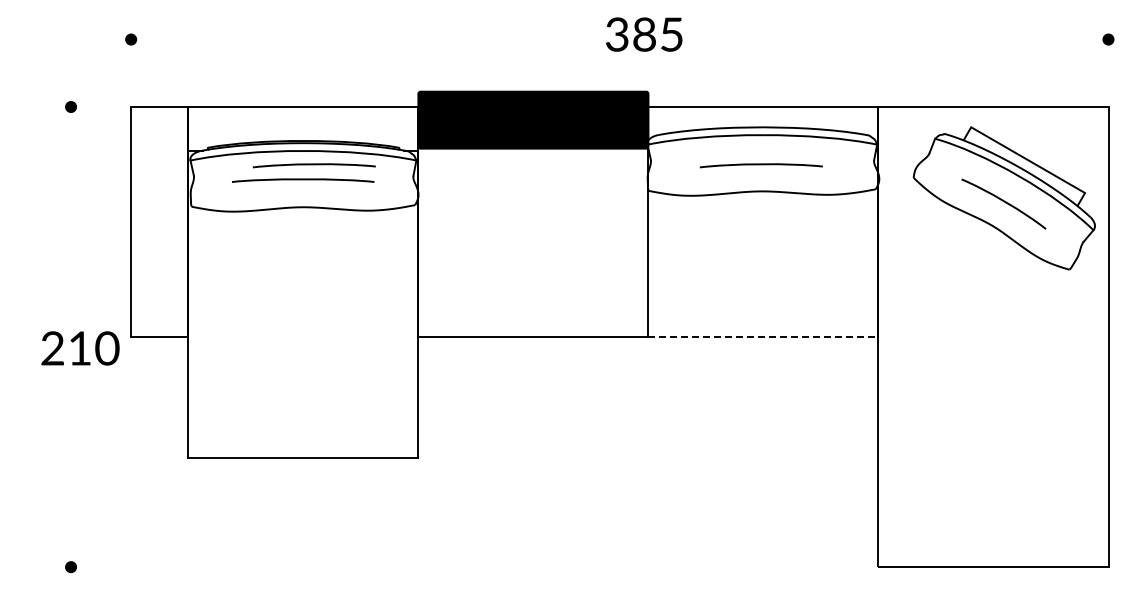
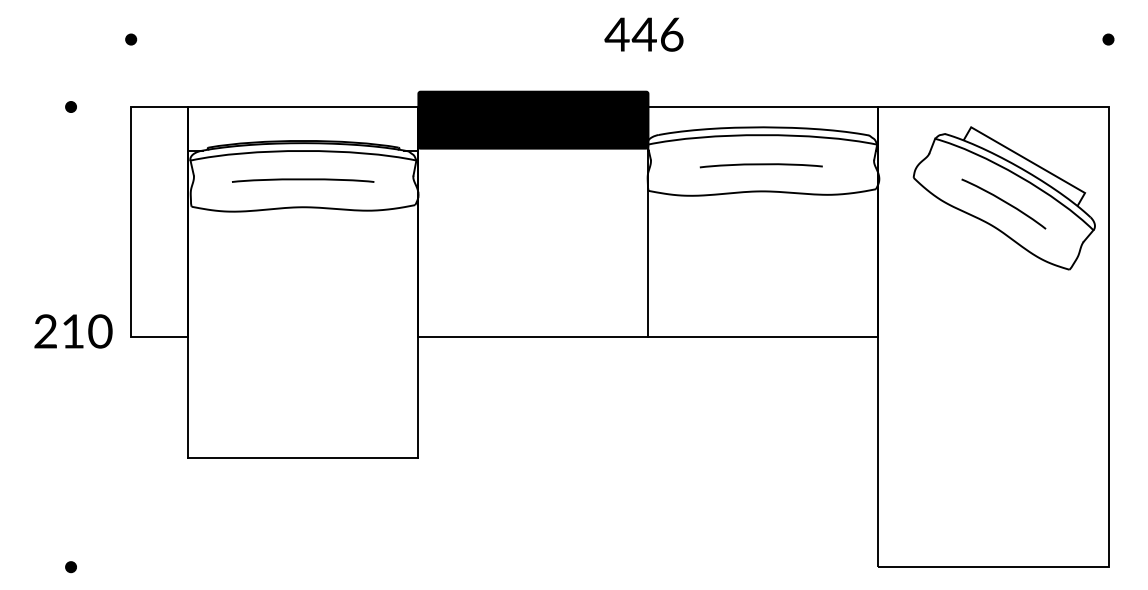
text at (643, 34): 385 -> 446
curve at (313, 165): present -> none
line at (763, 337): dashed -> solid
text at (80, 348) position: (80, 348) -> (73, 331)
